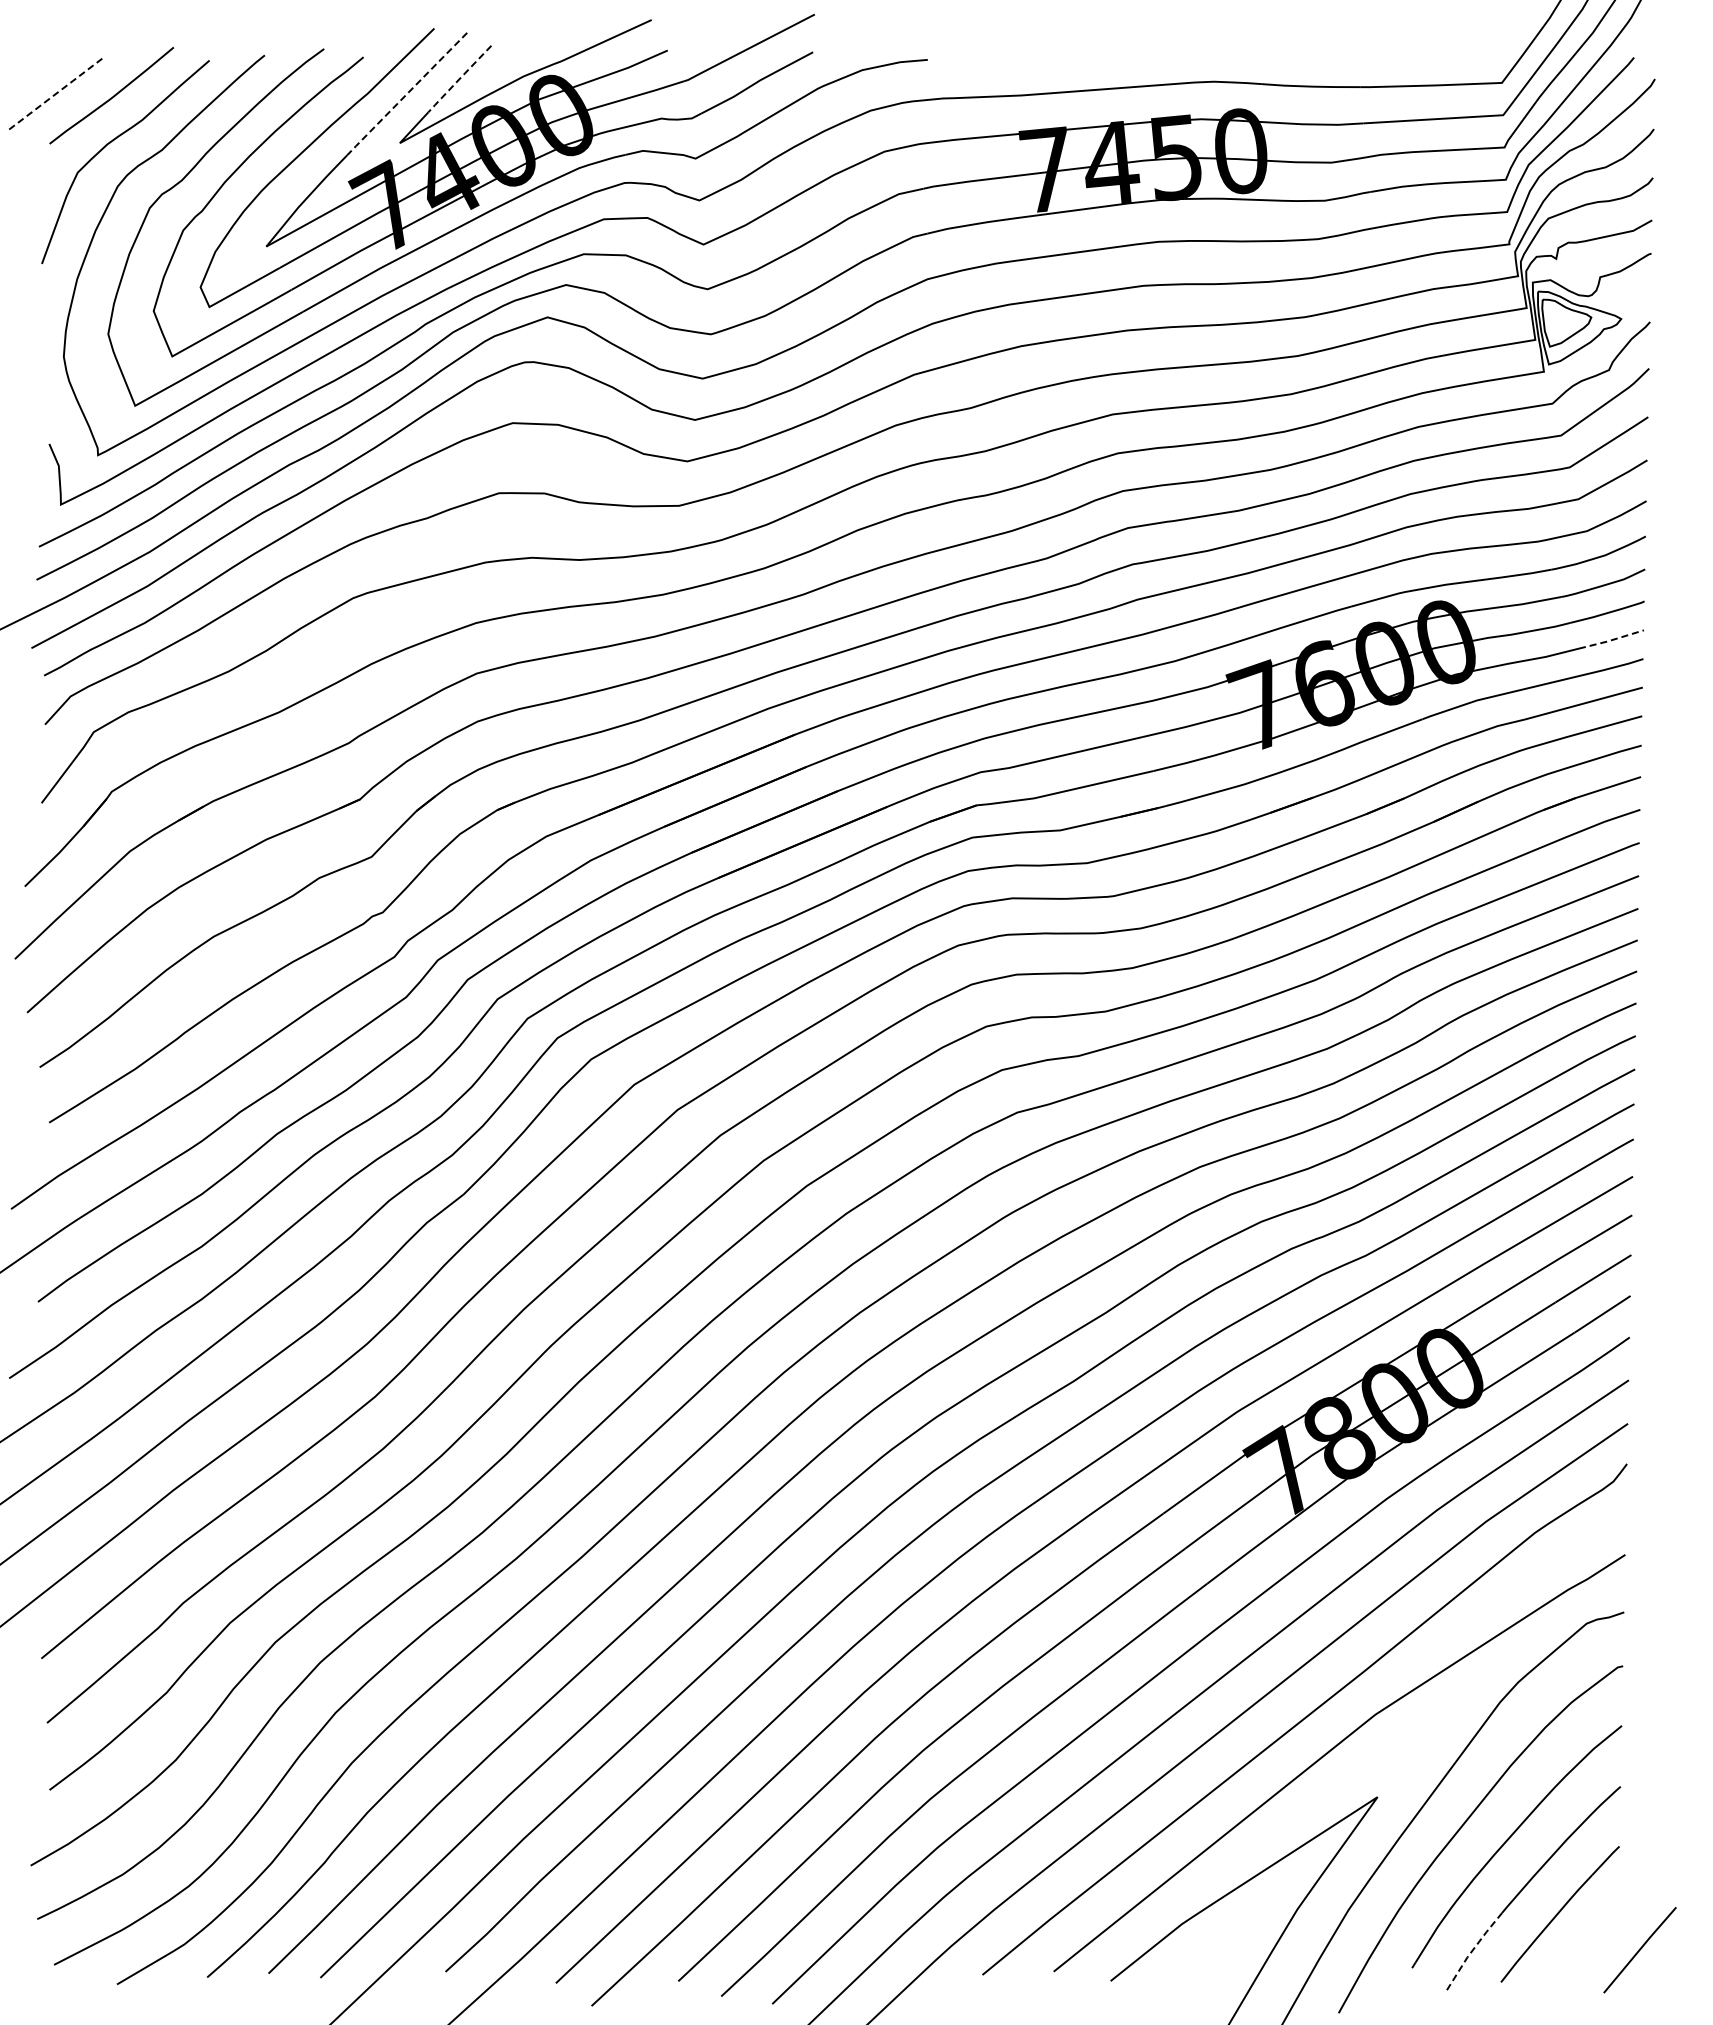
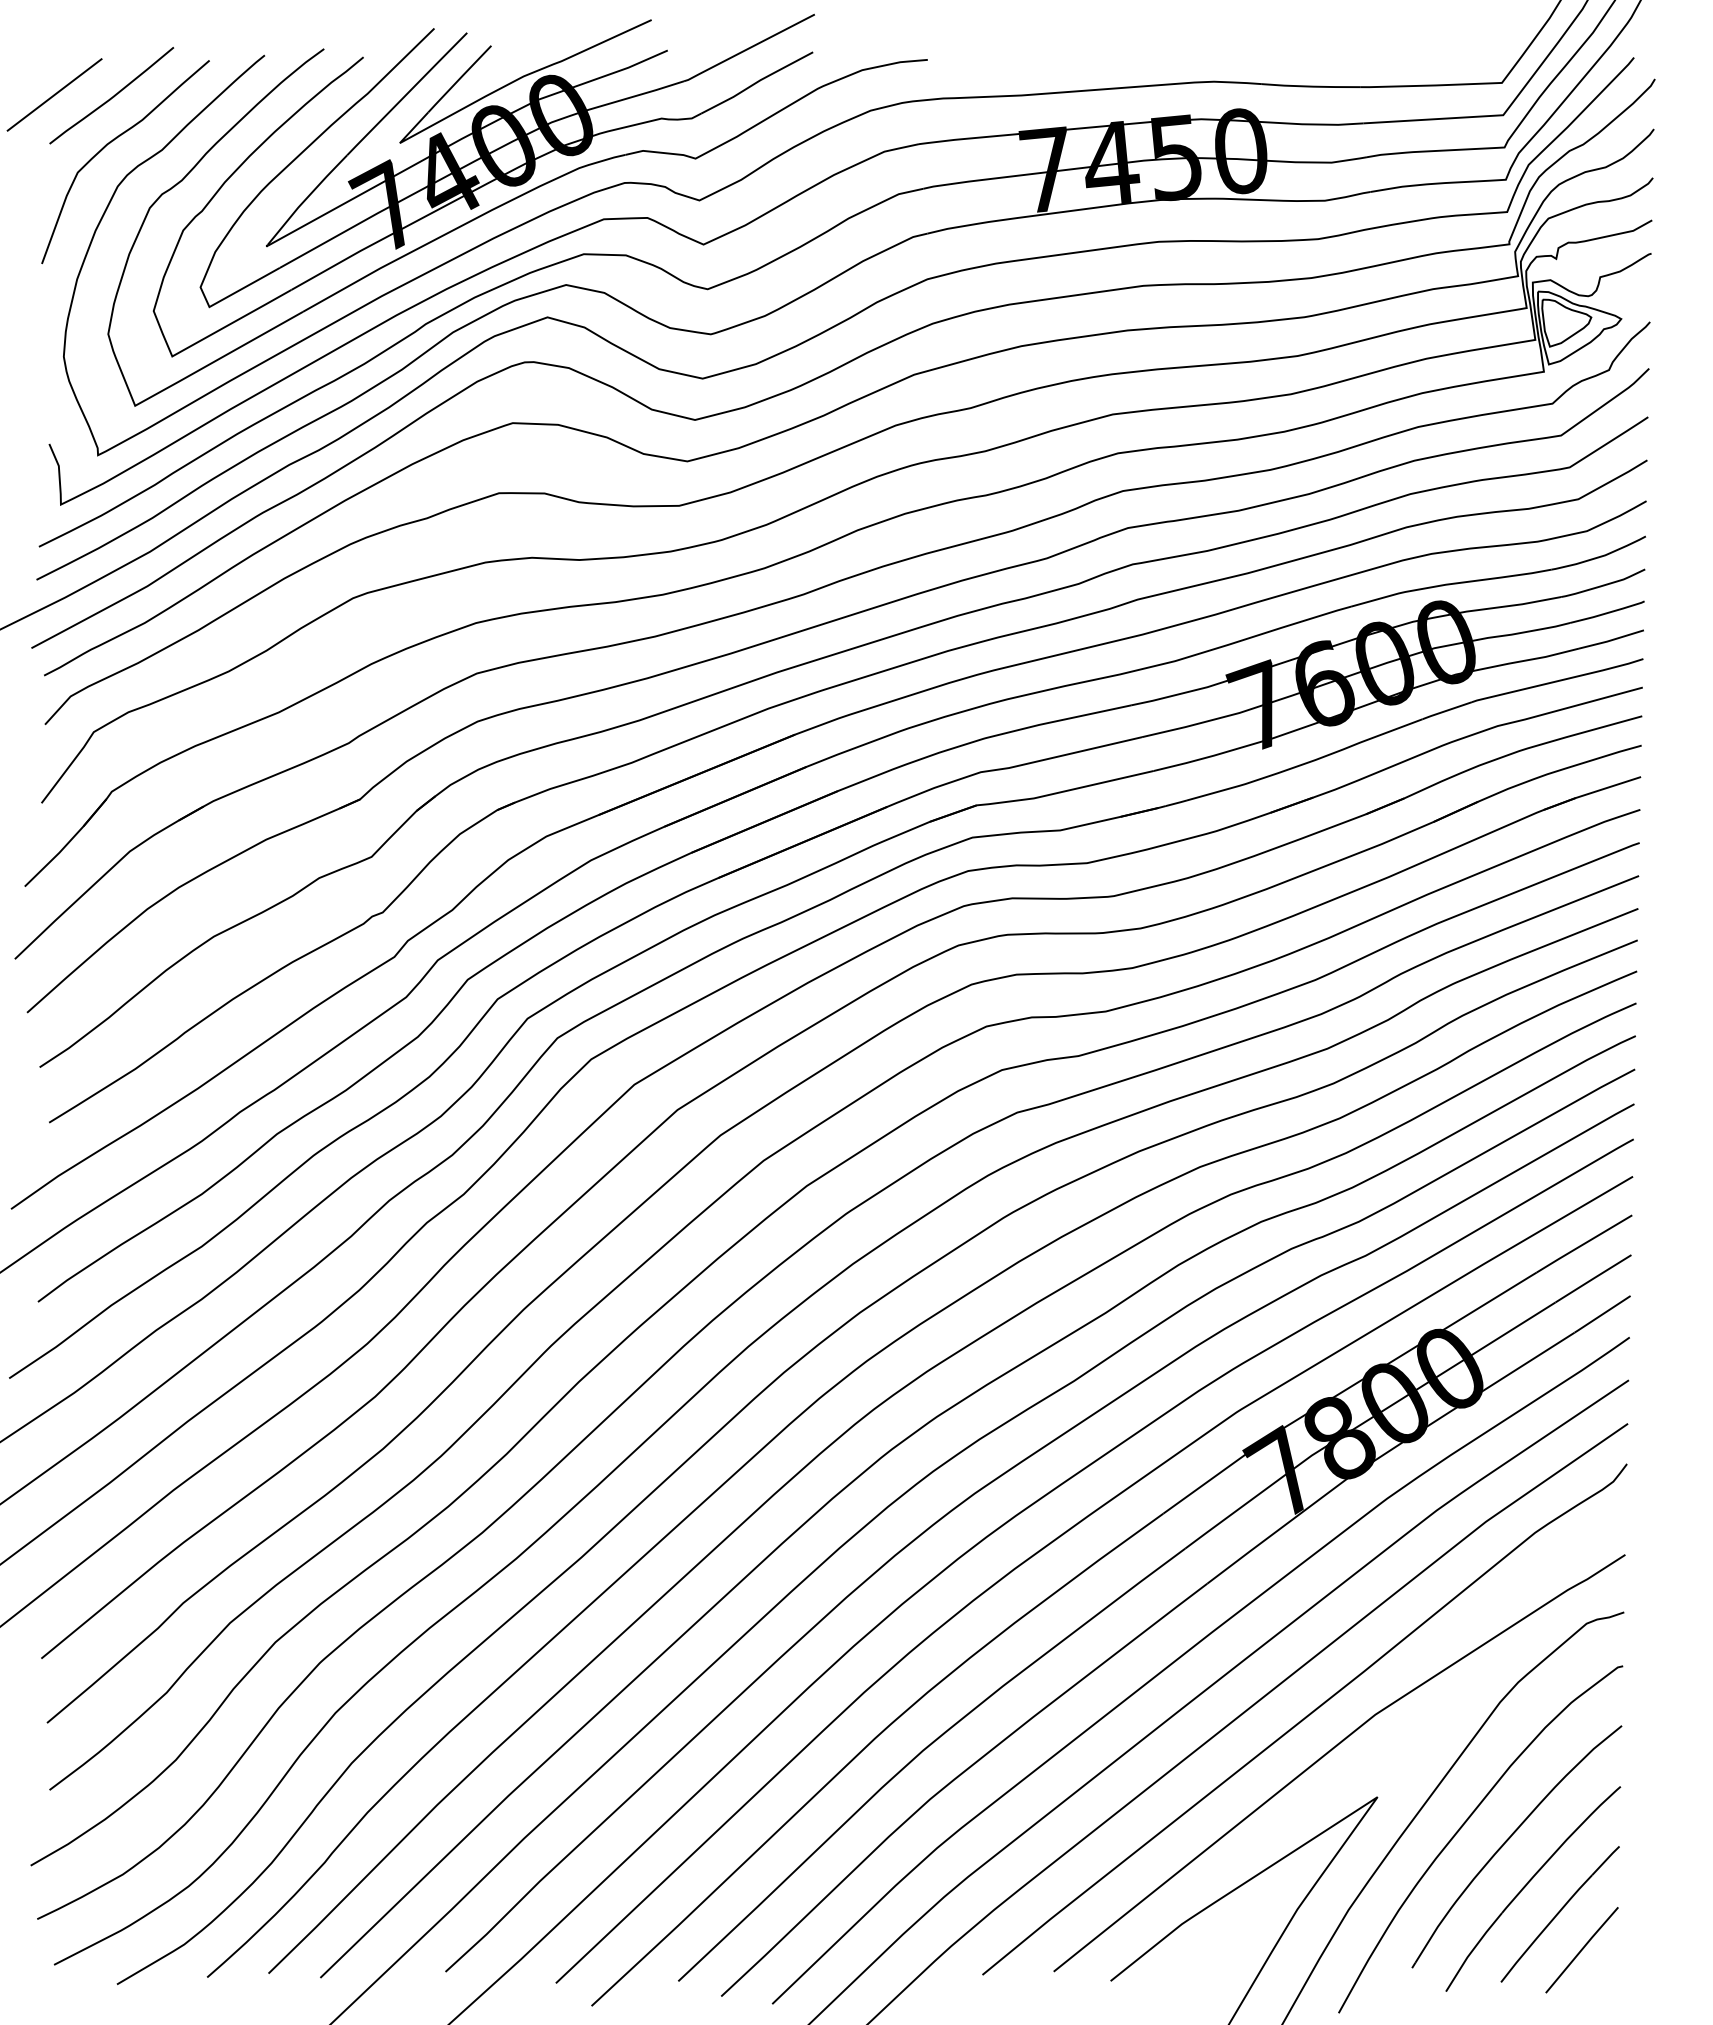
line at (459, 79): dashed -> solid
line at (54, 94): dashed -> solid
line at (407, 94): dashed -> solid
line at (1610, 640): dashed -> solid
line at (1472, 1950): dashed -> solid
line at (1639, 1950) position: (1639, 1950) -> (1581, 1950)
